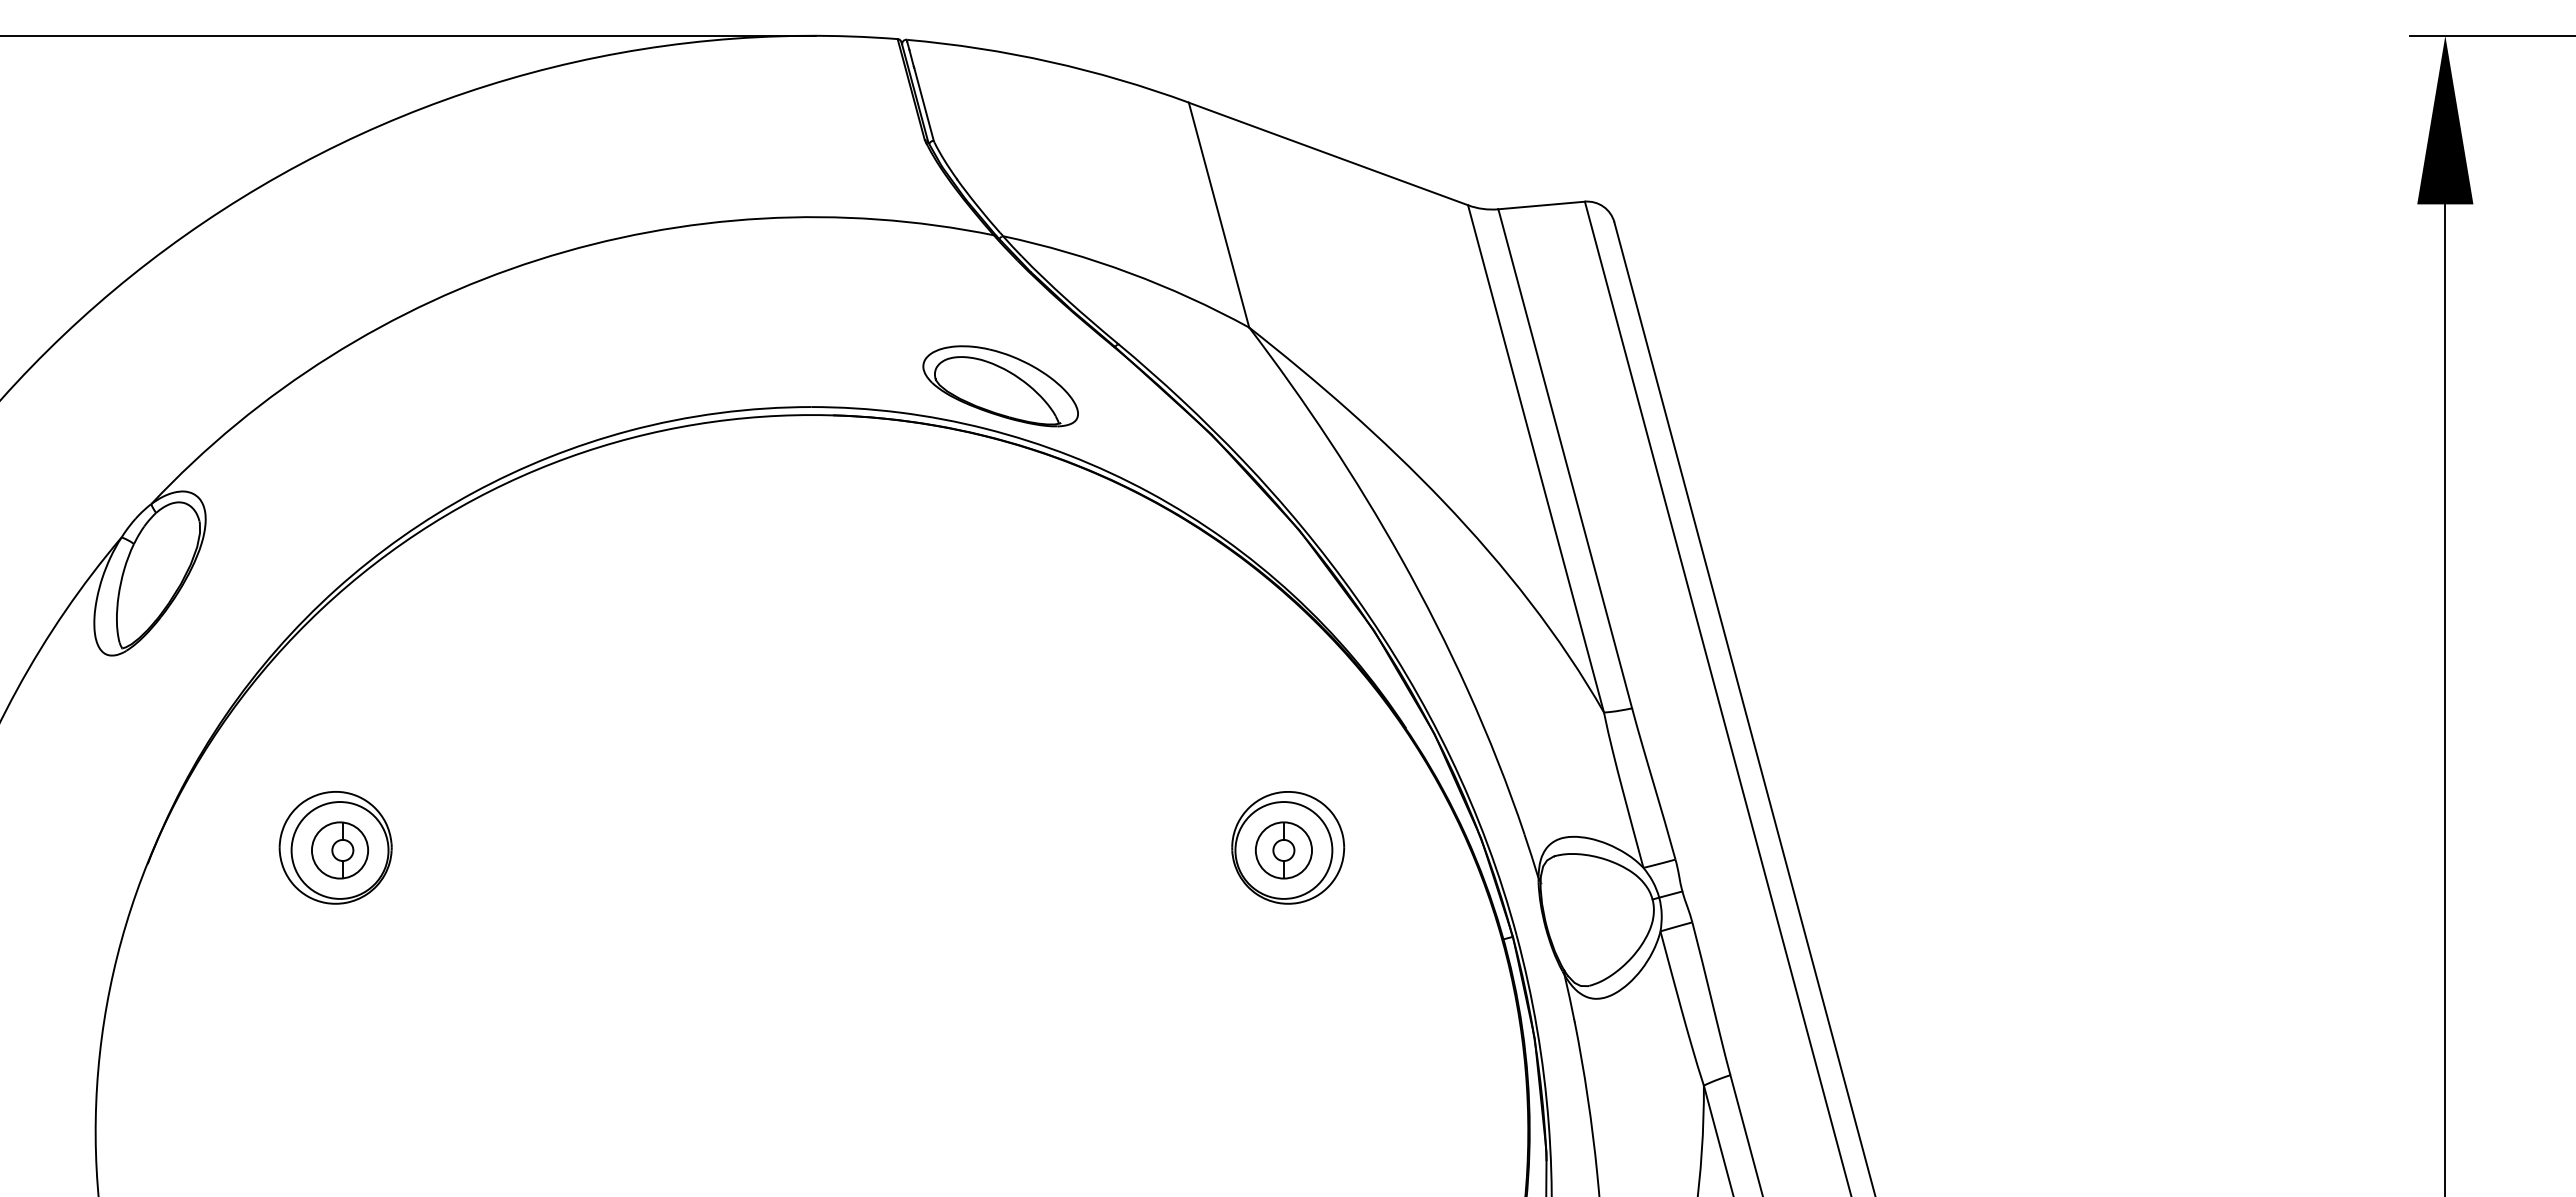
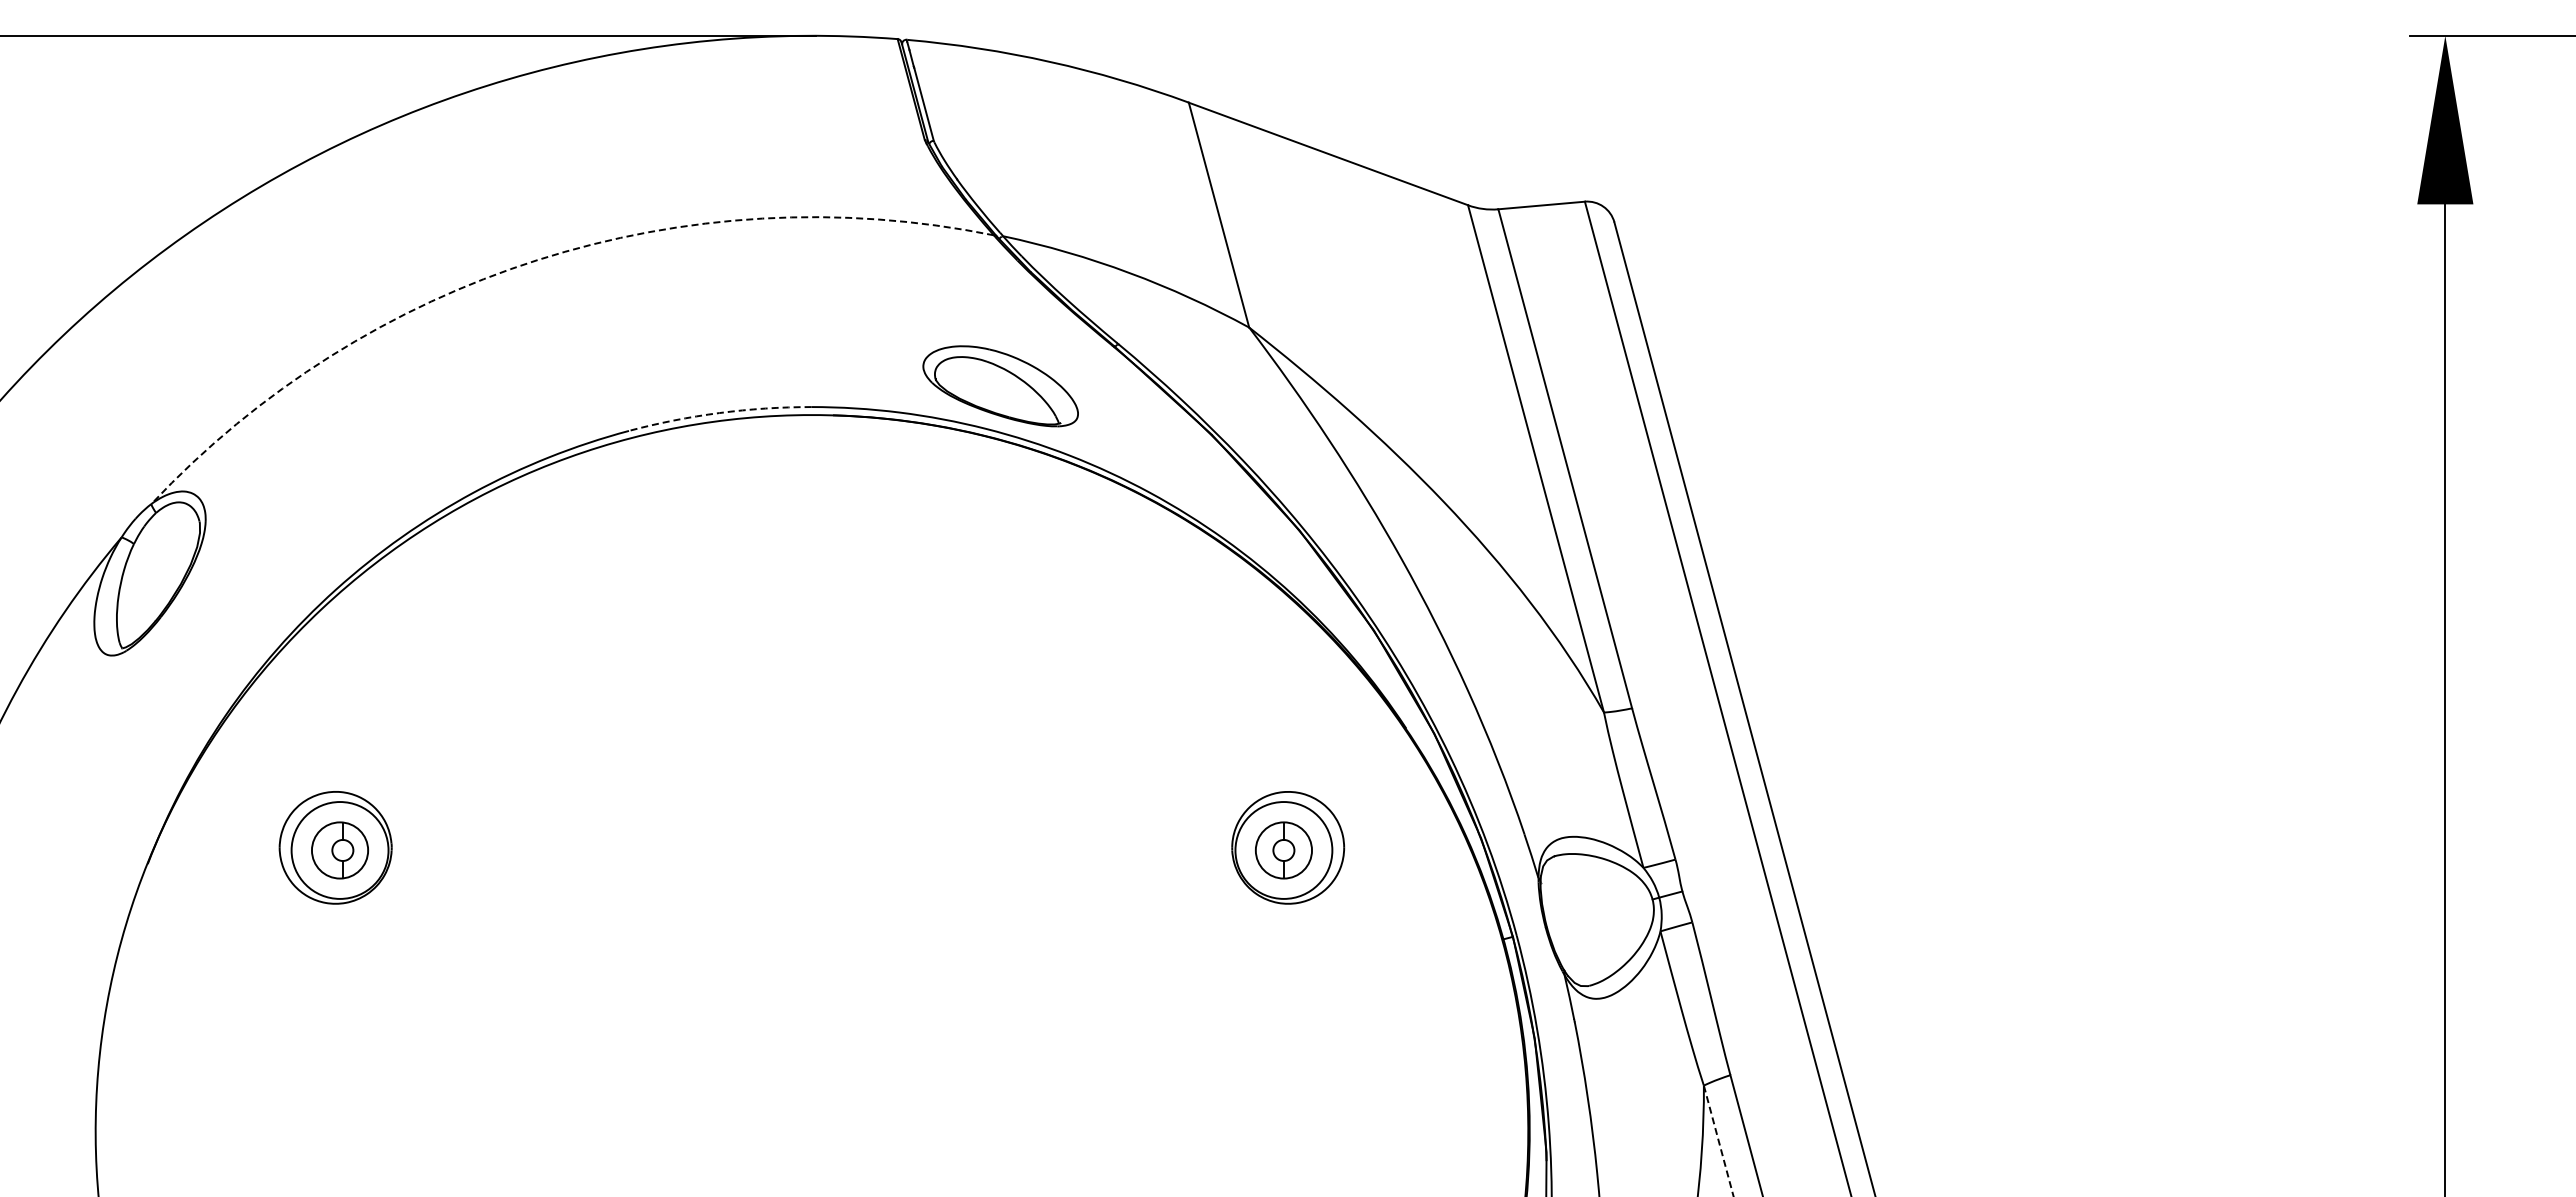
arc at (537, 260): solid -> dashed
arc at (719, 413): solid -> dashed
line at (1718, 1141): solid -> dashed
